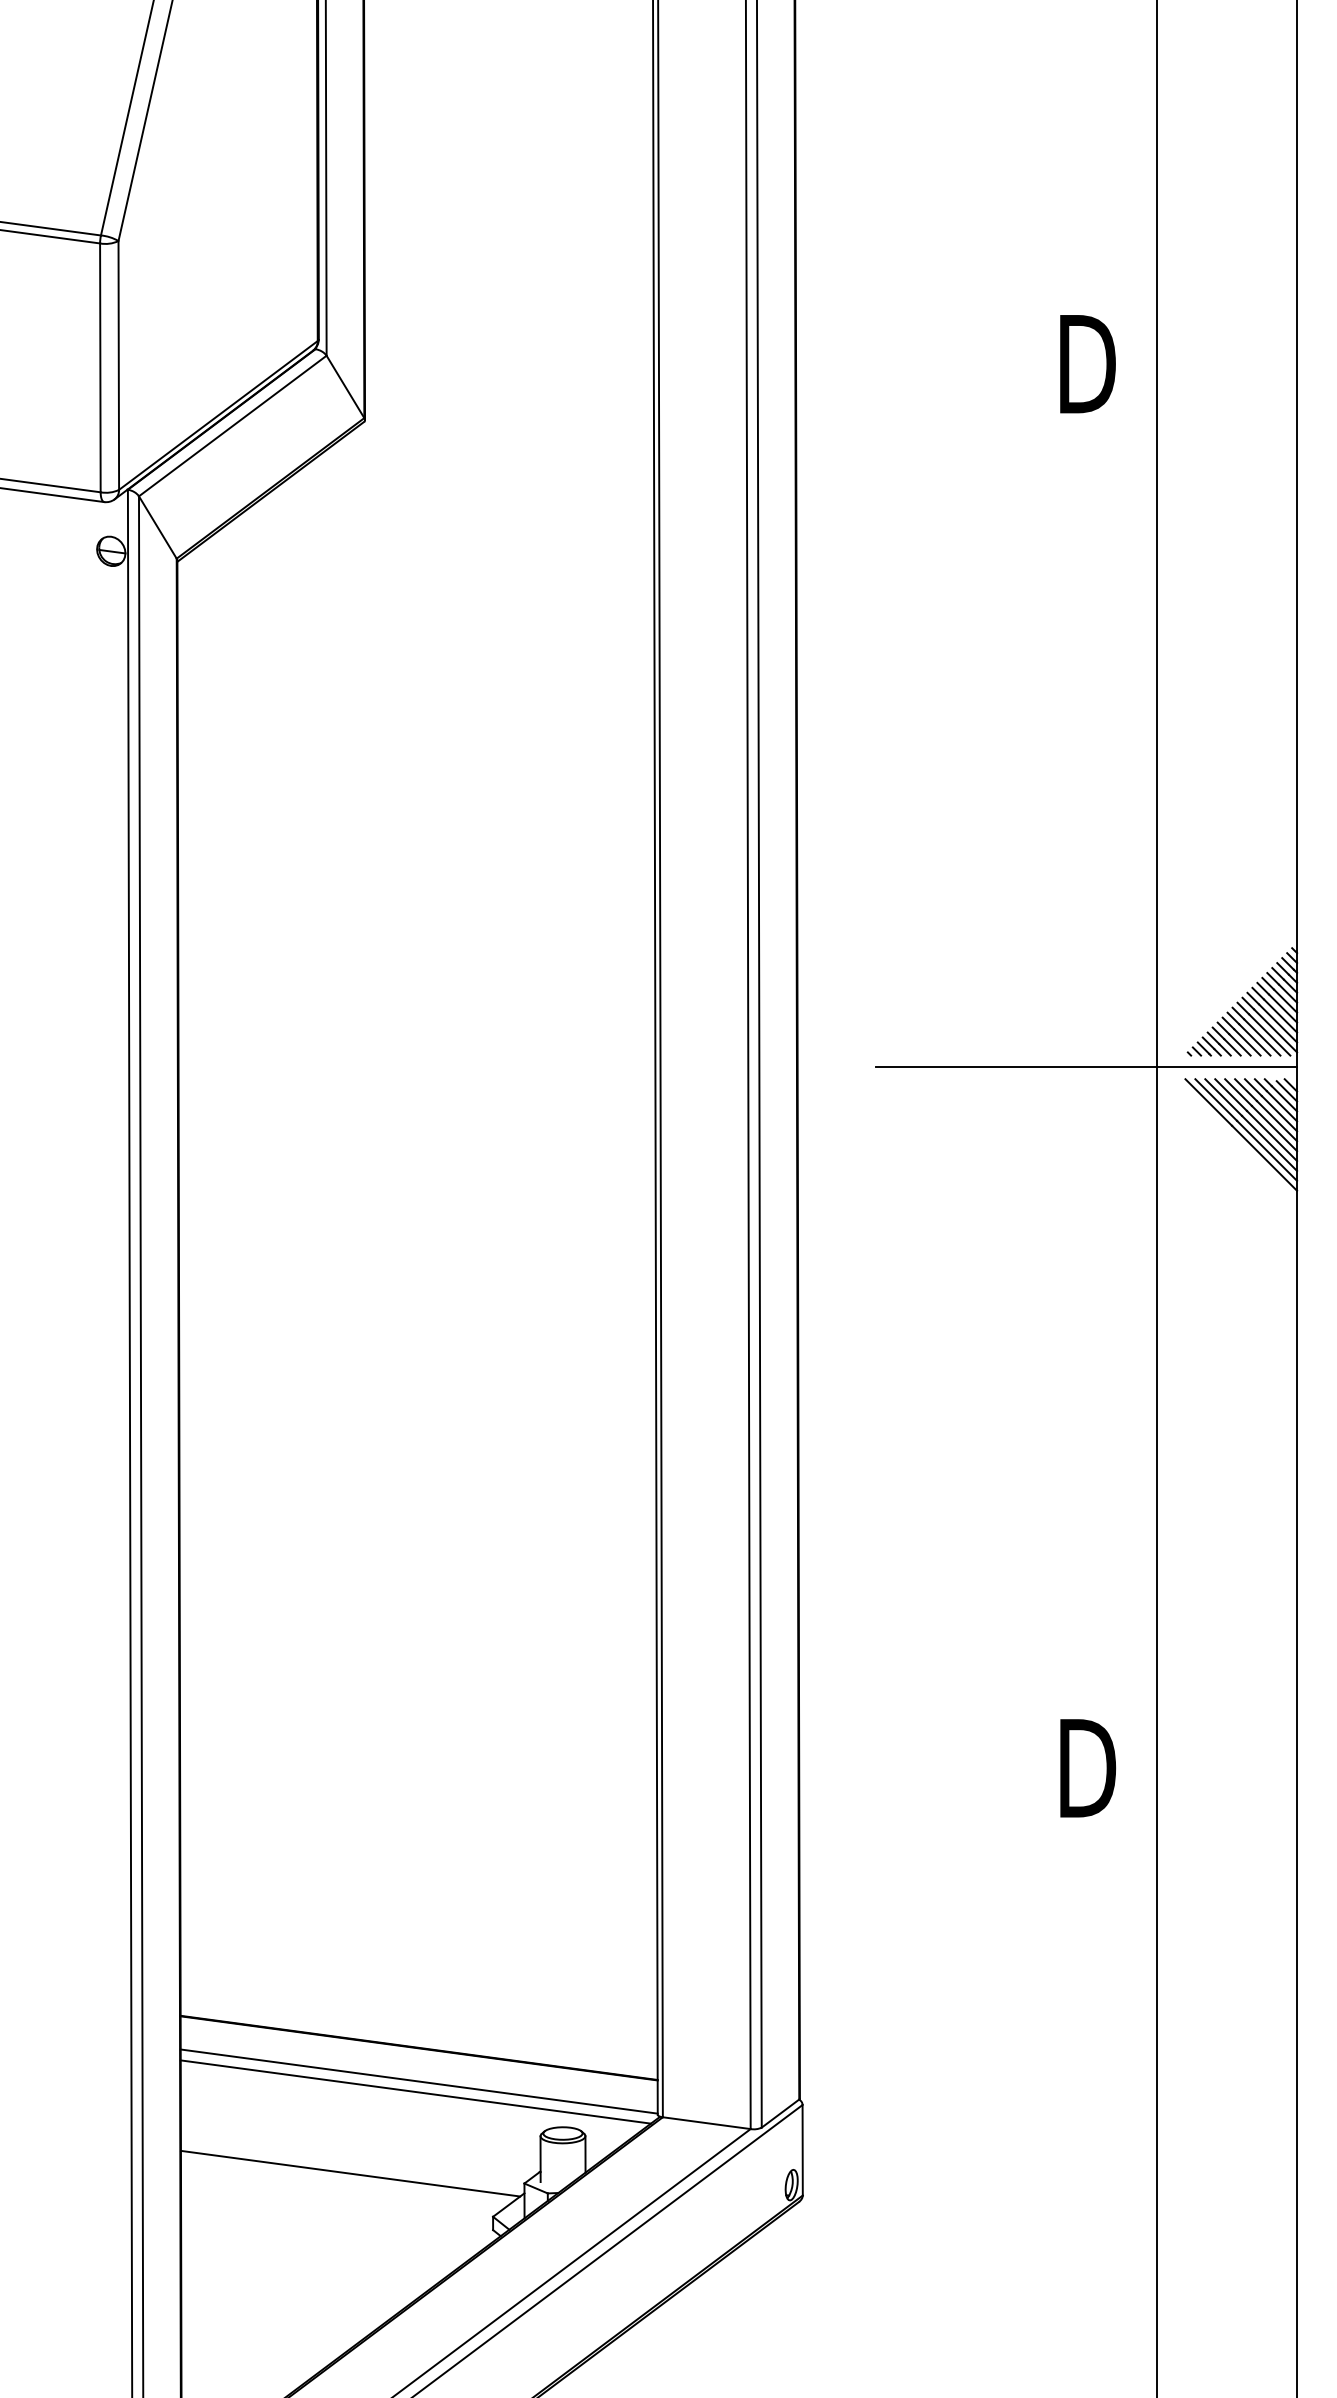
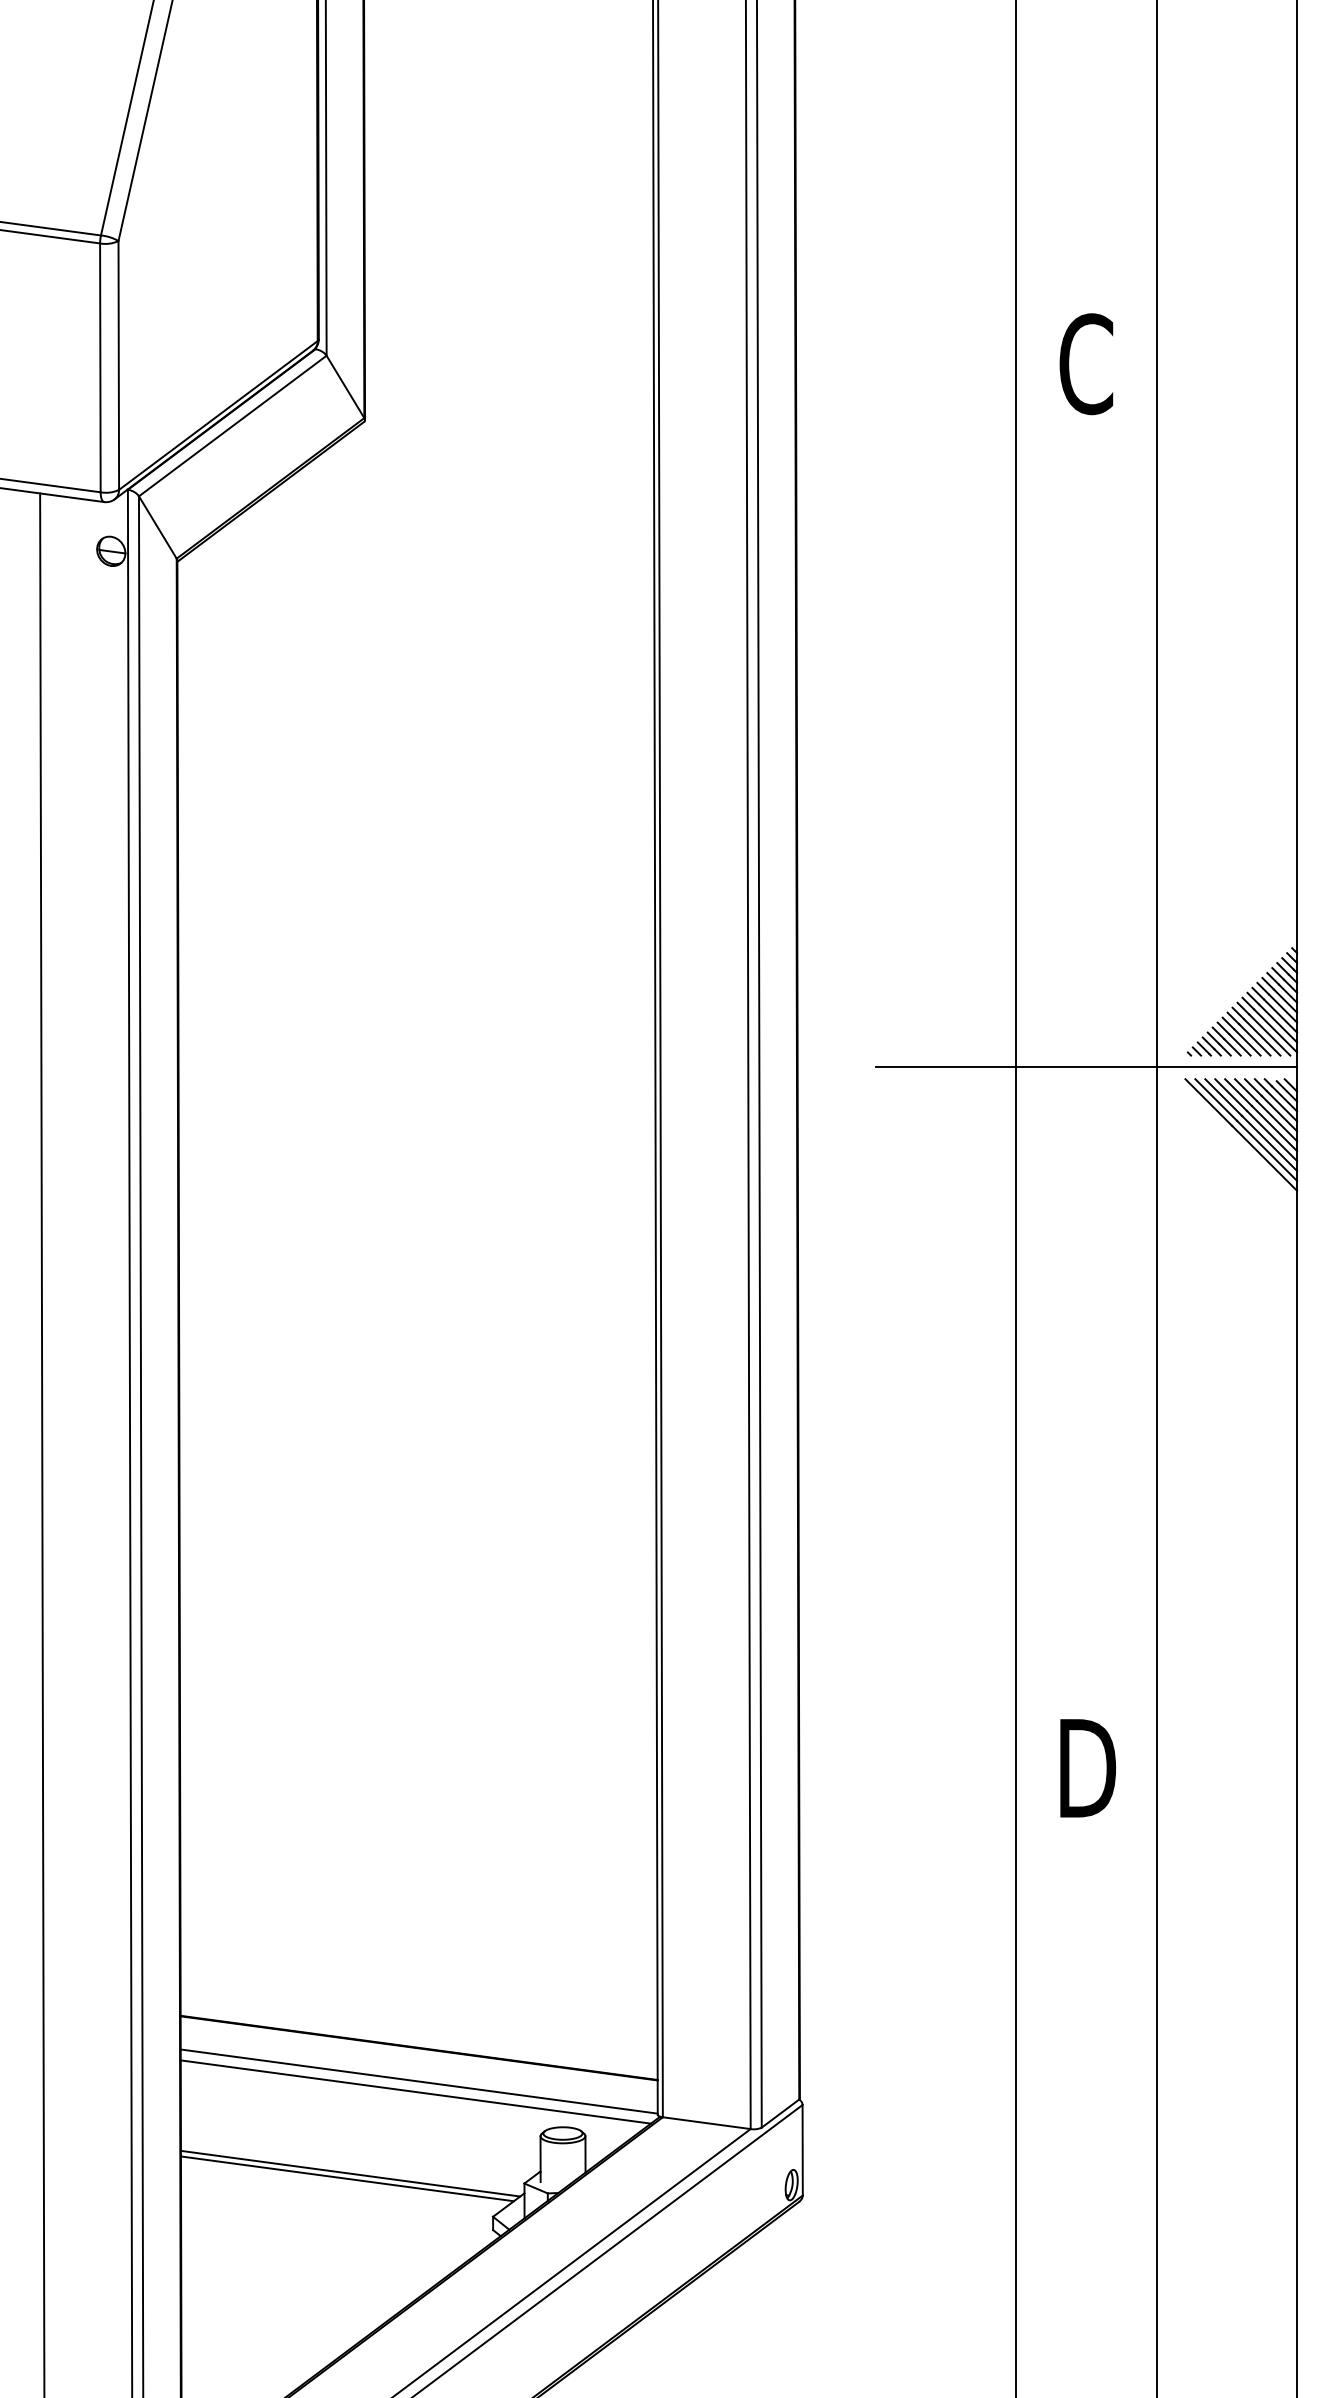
text at (1087, 364): D -> C
line at (1016, 1198): none -> present
line at (42, 1443): none -> present
line at (346, 2178): none -> present
